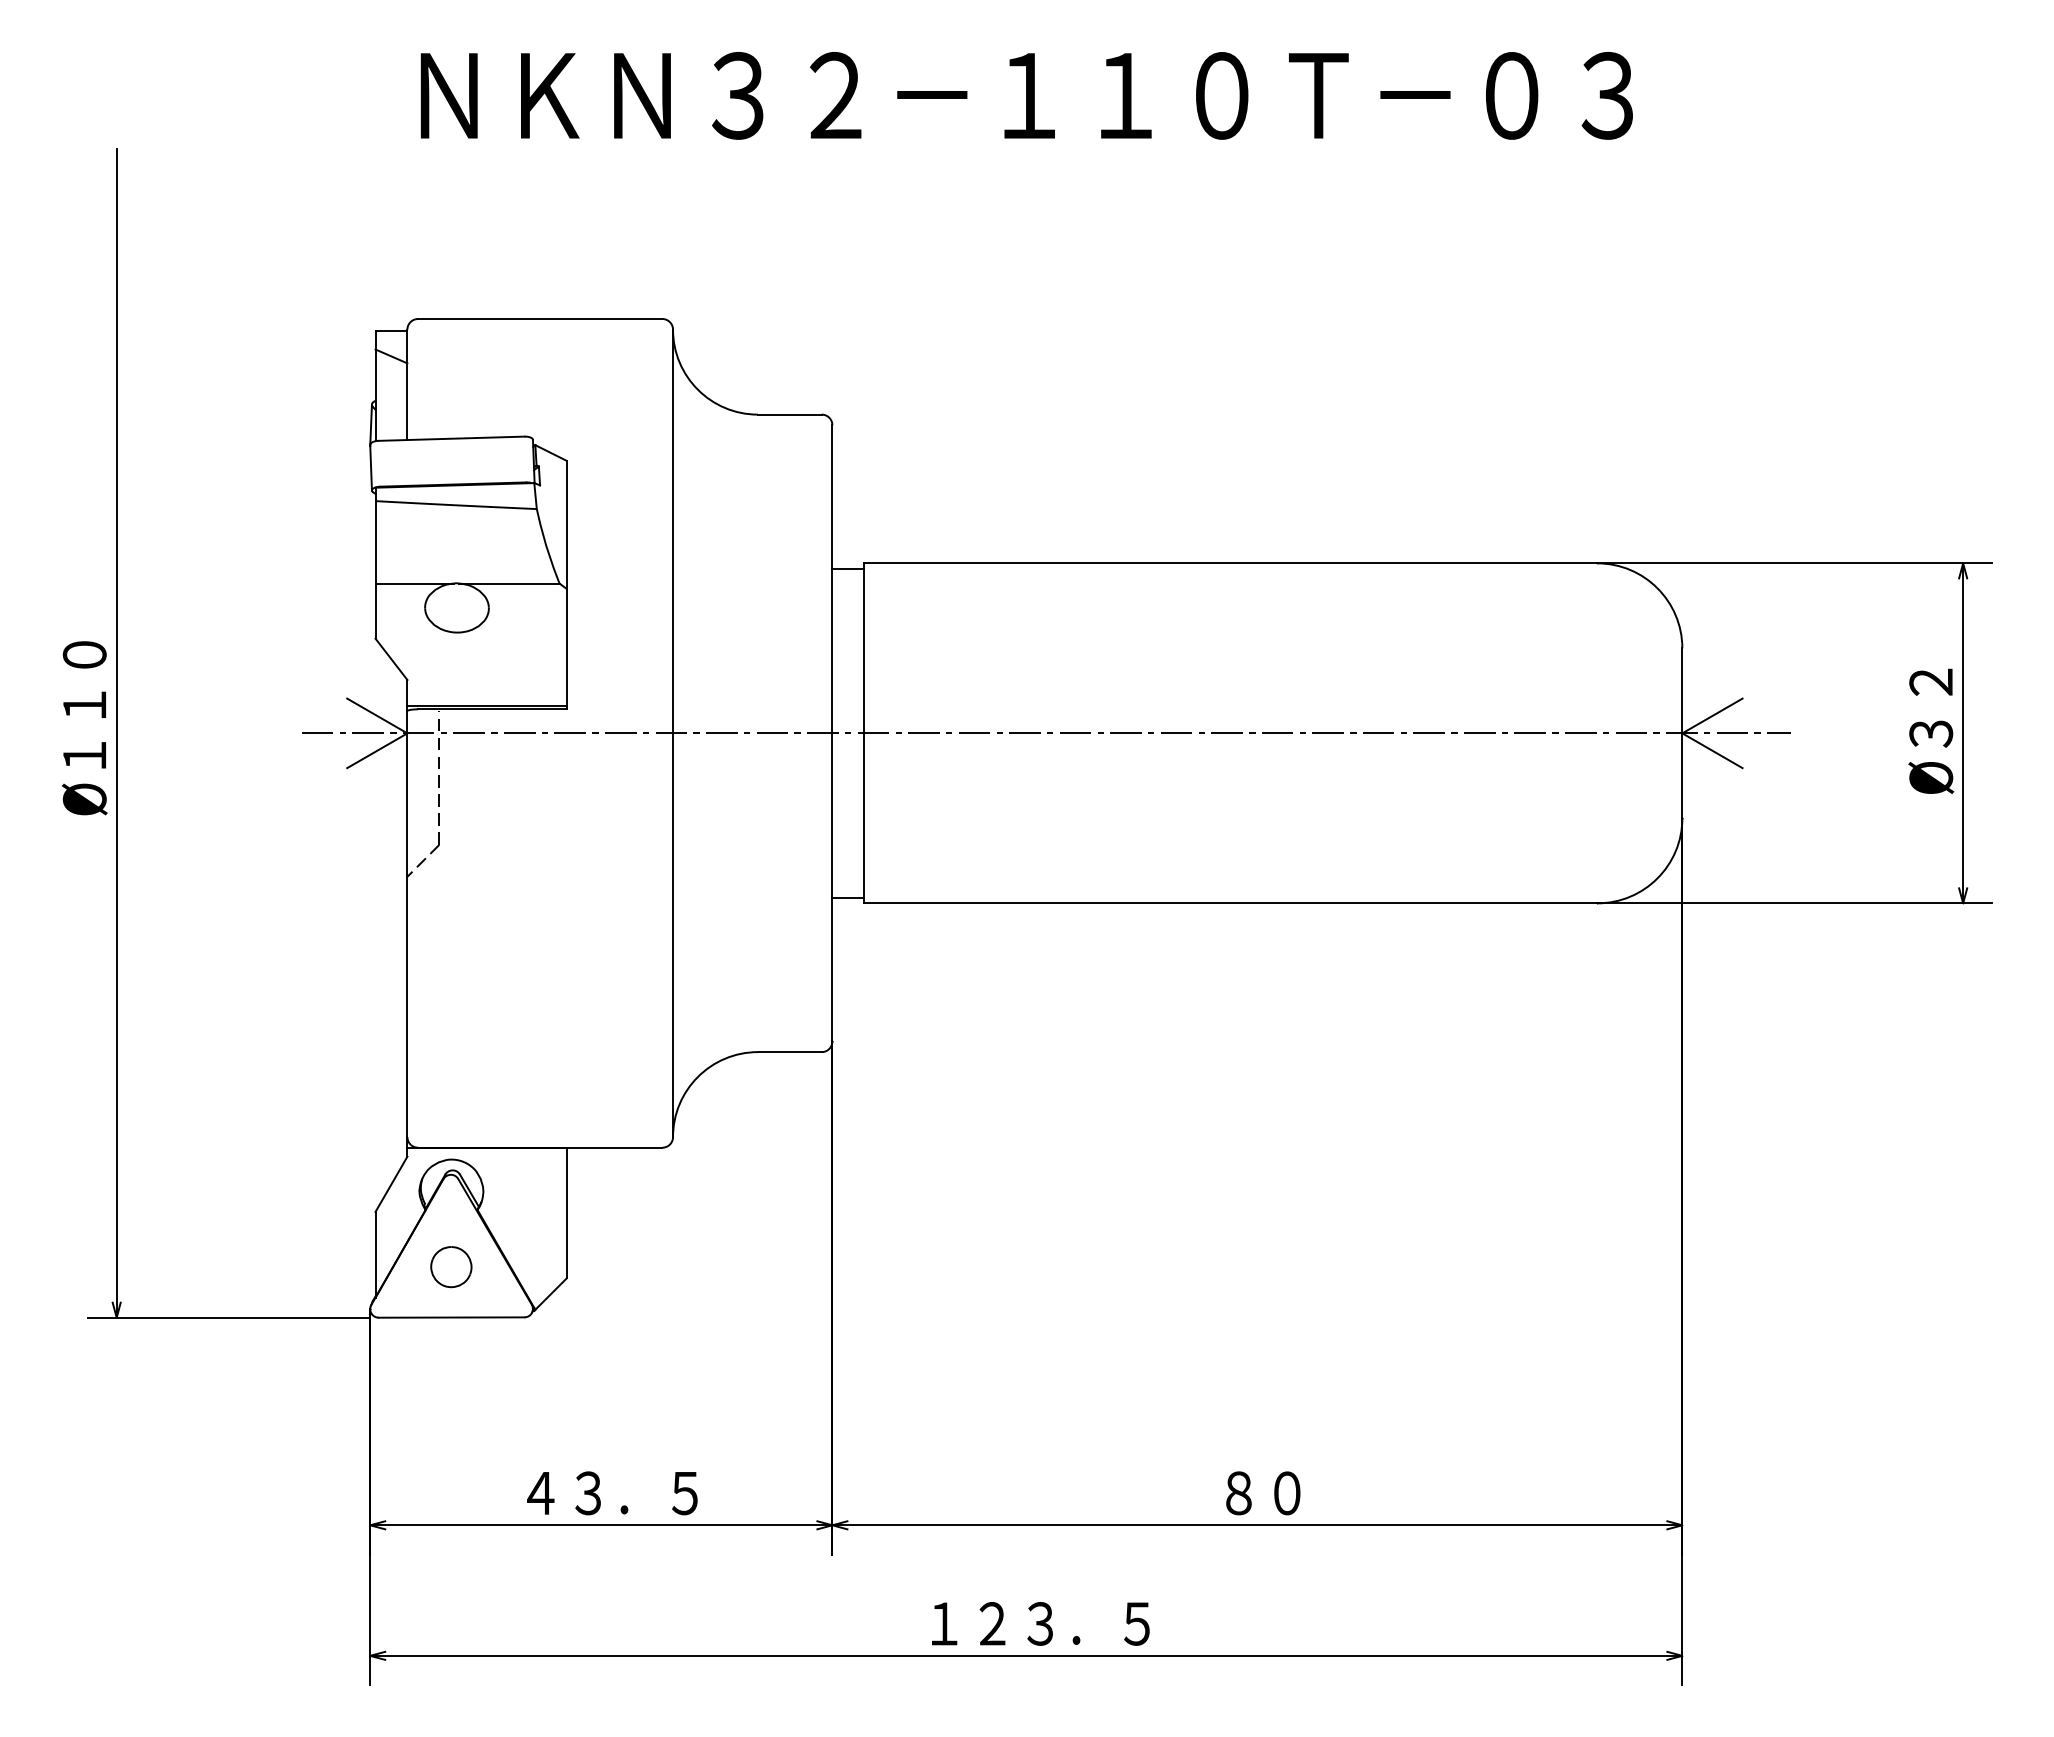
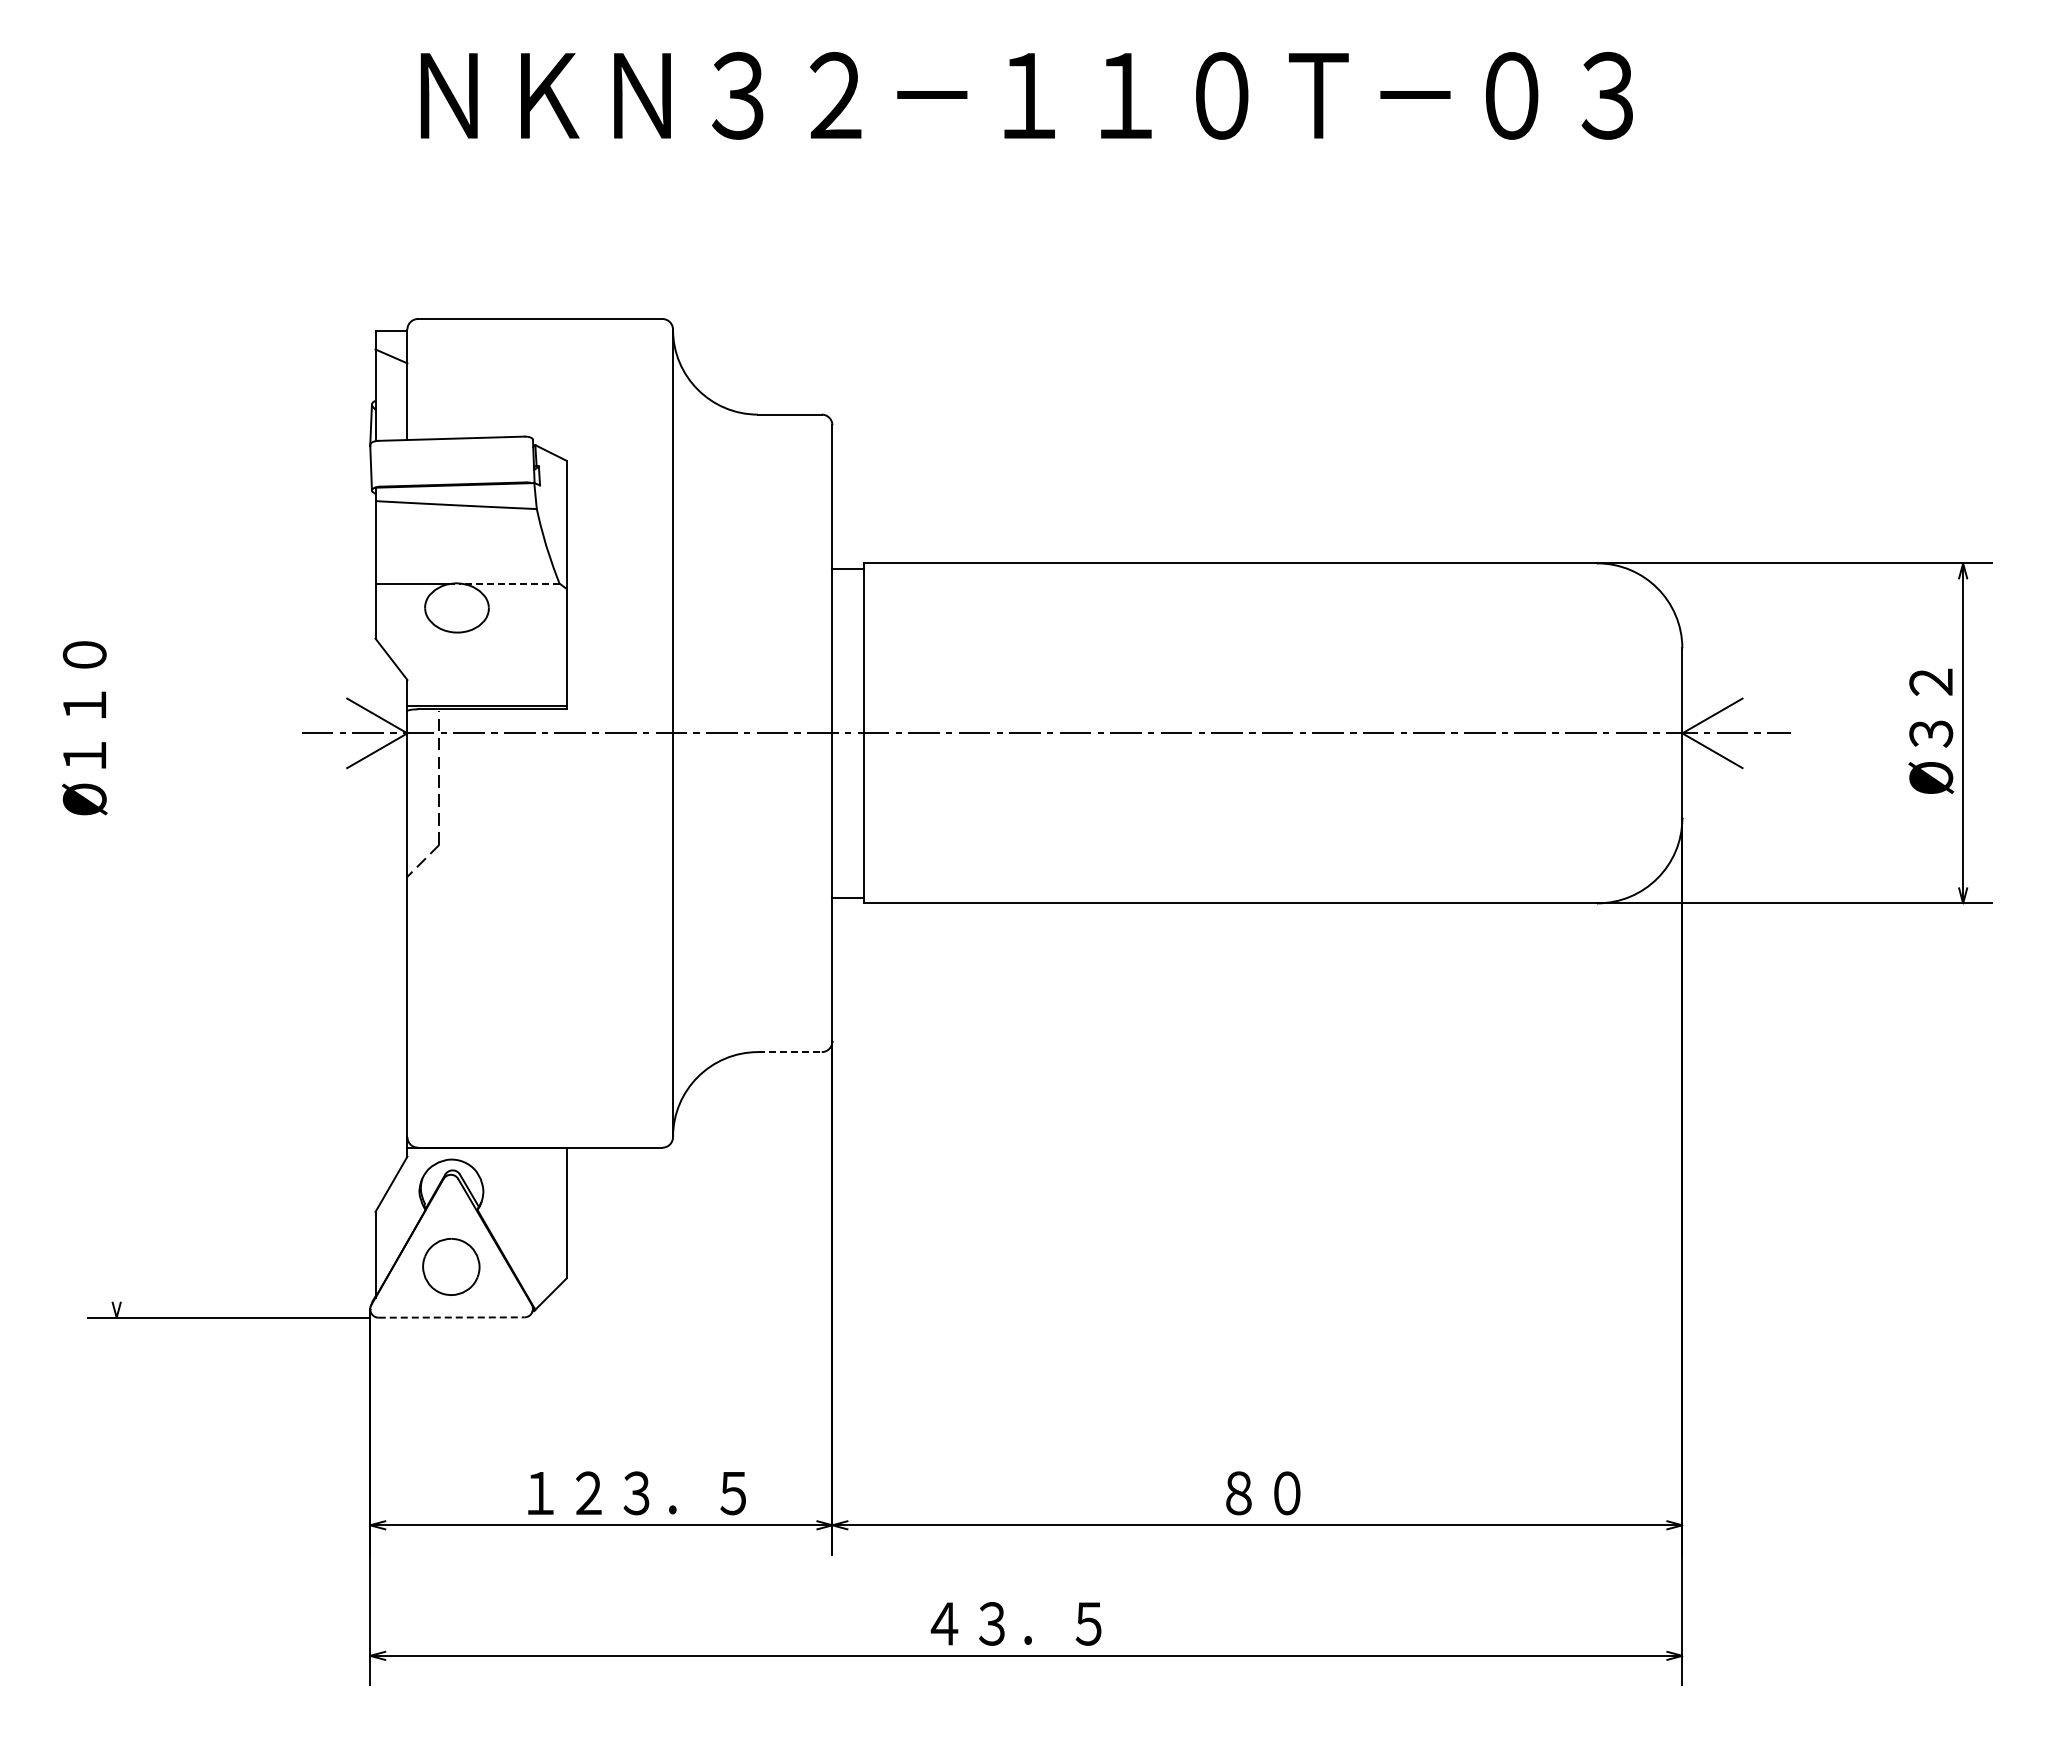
line at (508, 583): solid -> dashed
line at (116, 733): present -> none
line at (789, 1052): solid -> dashed
part at (451, 1267) size: 43x43 px -> 59x58 px
line at (451, 1317): solid -> dashed
text at (636, 1493): ４３．５ -> １２３．５
text at (1039, 1623): １２３．５ -> ４３．５
